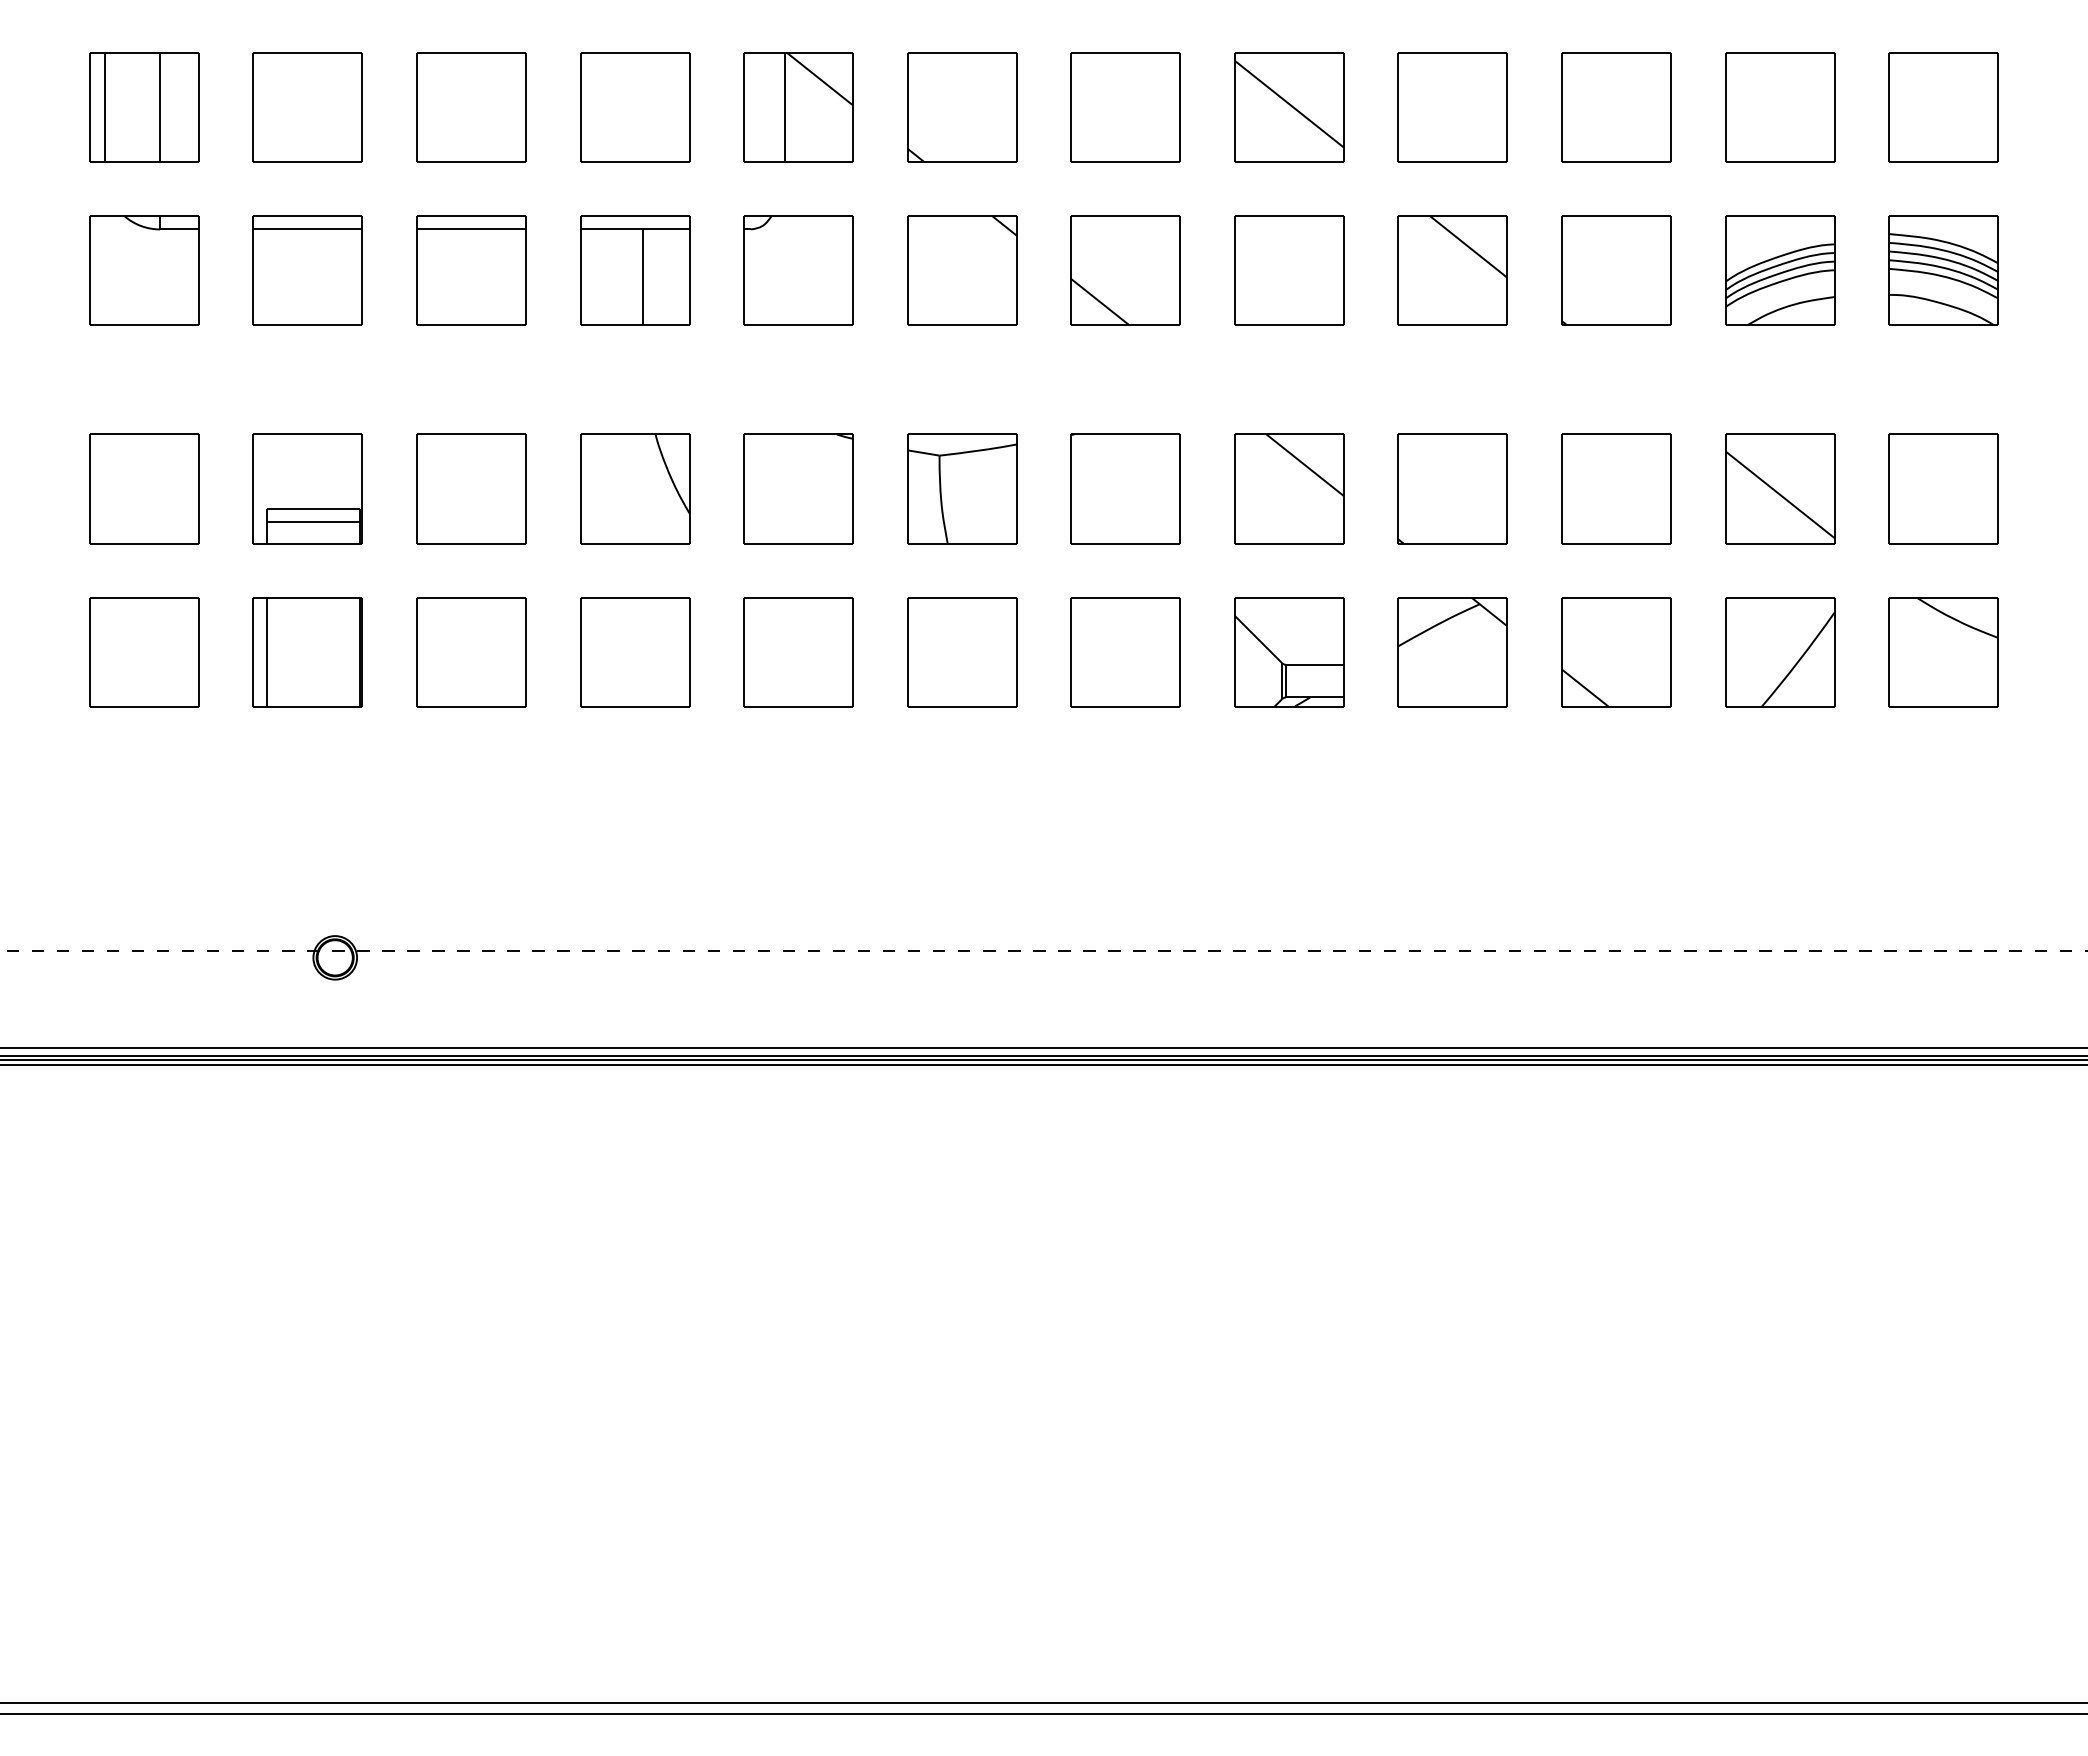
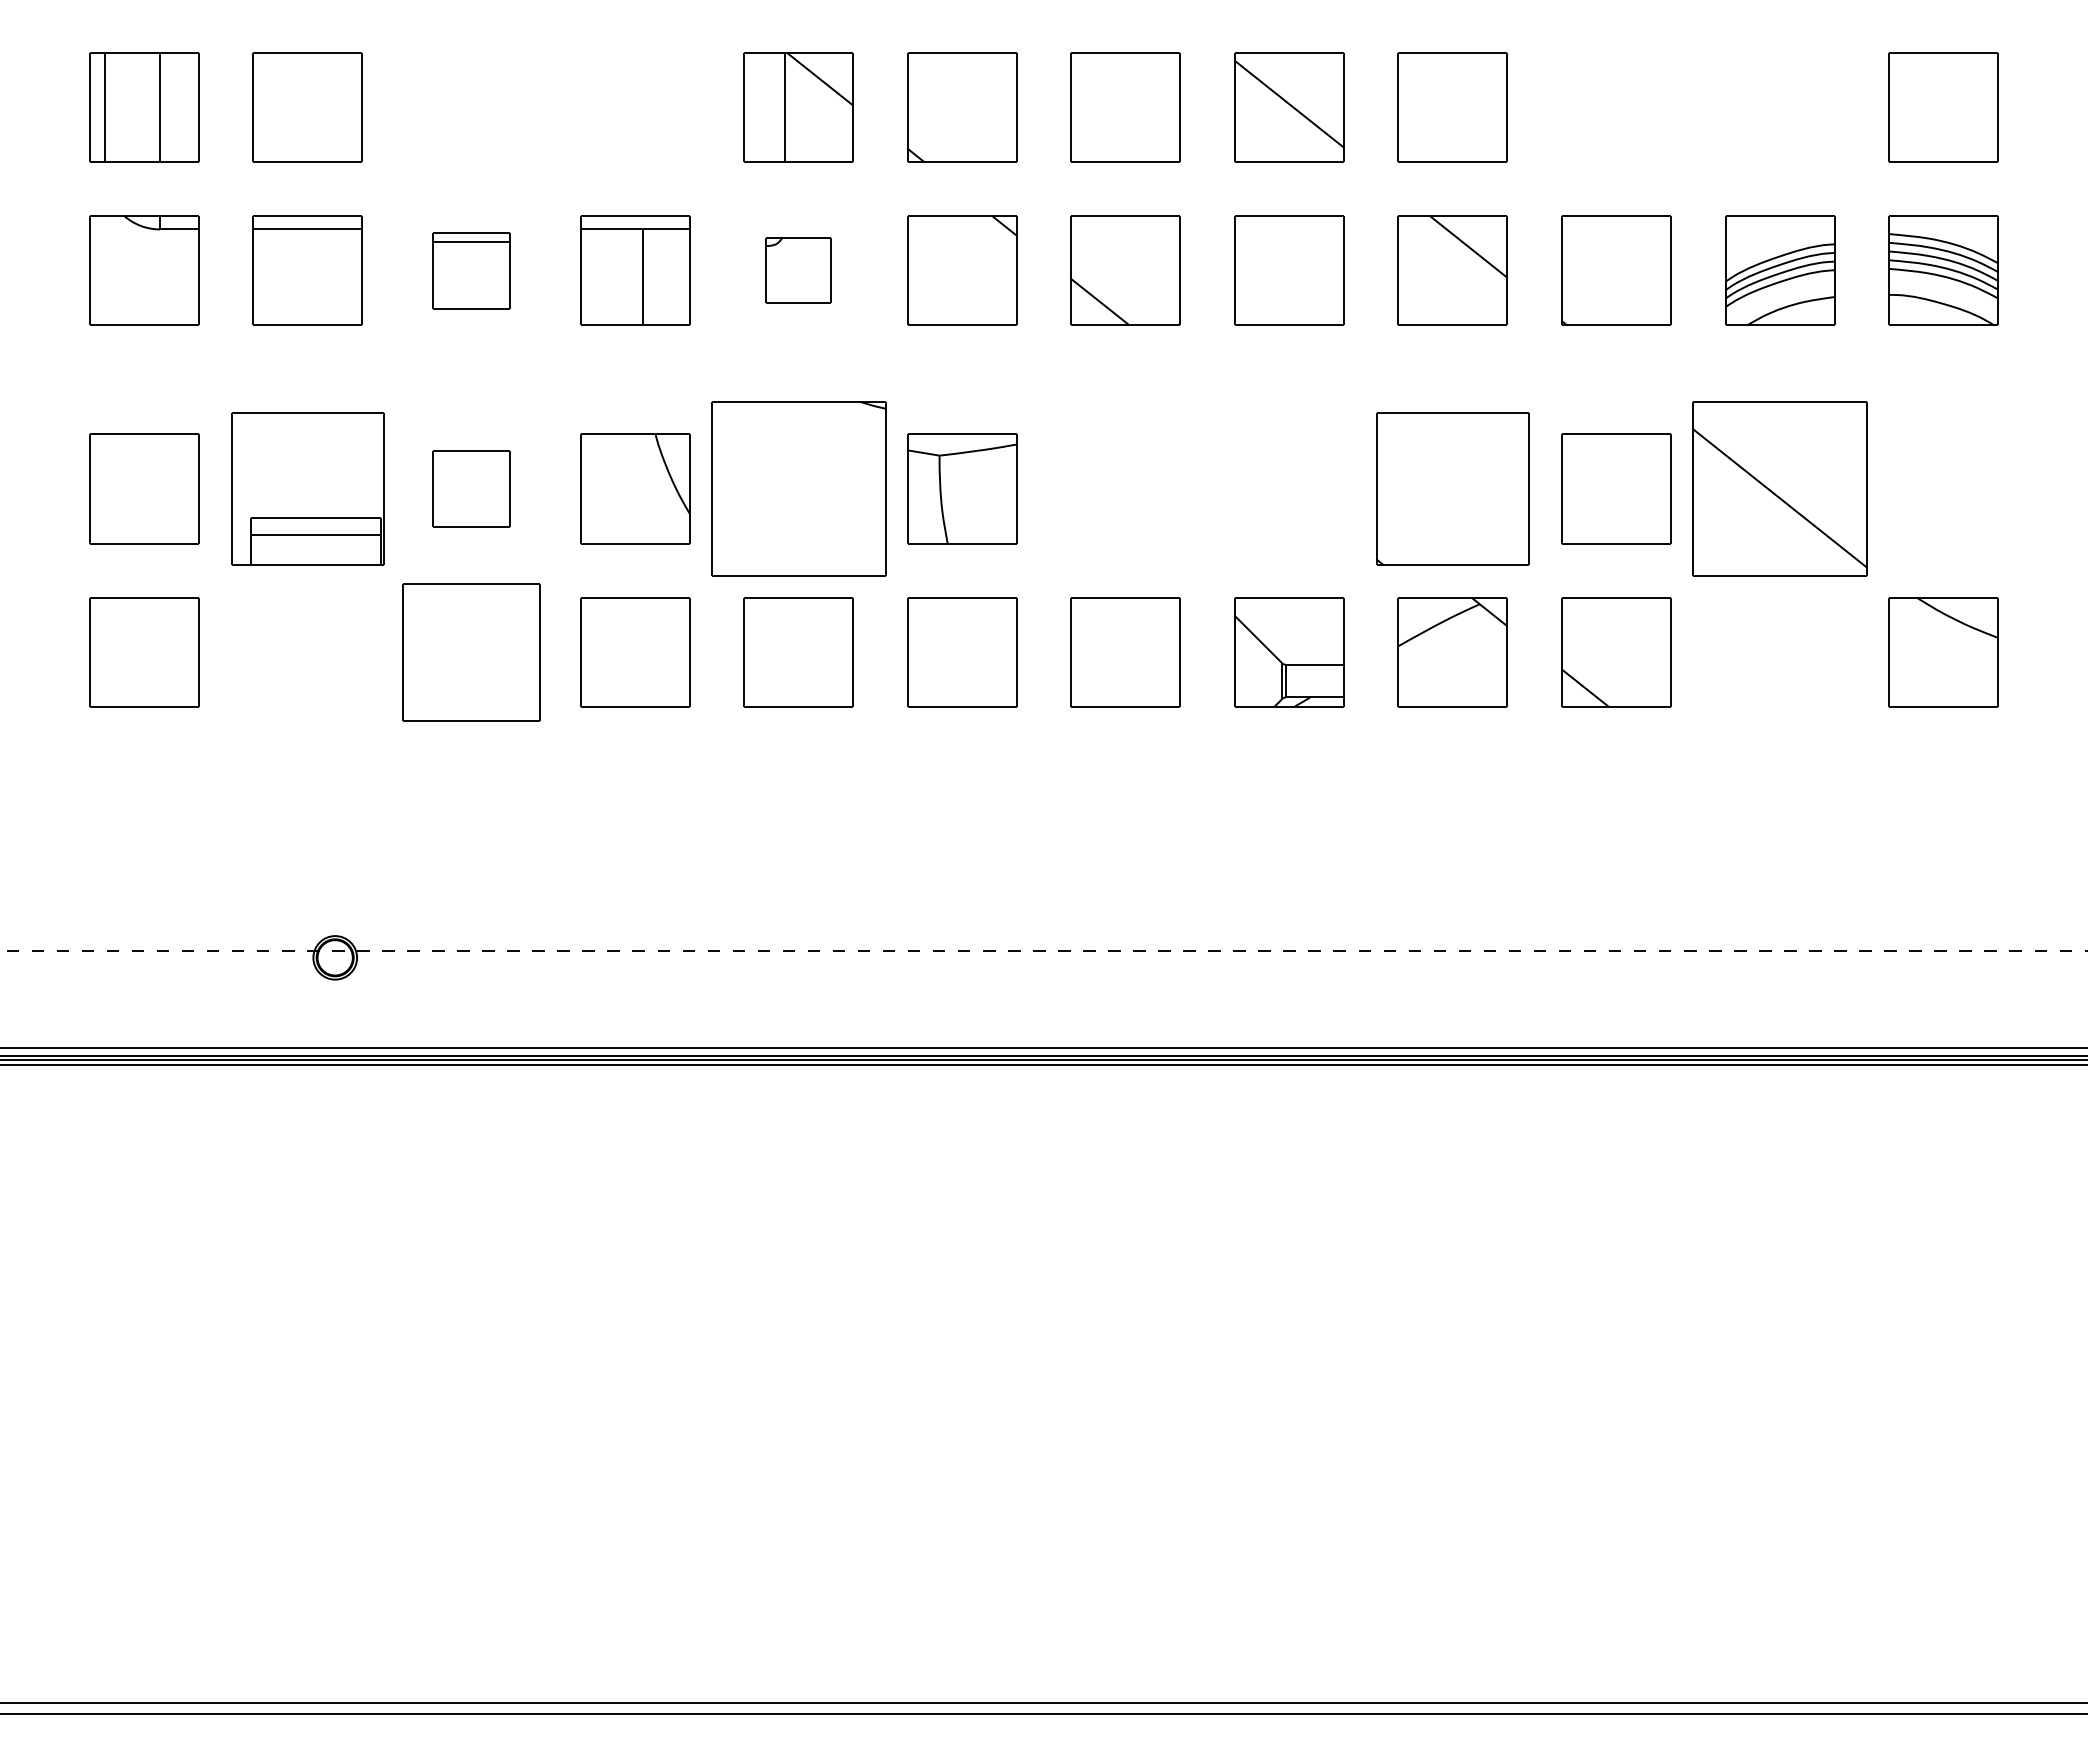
part at (471, 107): present -> none
part at (635, 107): present -> none
part at (1616, 107): present -> none
part at (1780, 107): present -> none
part at (471, 270) size: 111x111 px -> 79x78 px
part at (798, 270) size: 111x111 px -> 67x67 px
part at (307, 488) size: 111x112 px -> 154x154 px
part at (471, 488) size: 111x112 px -> 79x78 px
part at (798, 488) size: 111x112 px -> 176x176 px
part at (1125, 488): present -> none
part at (1289, 488): present -> none
part at (1452, 488) size: 111x112 px -> 154x154 px
part at (1780, 488) size: 111x112 px -> 176x176 px
part at (1943, 488): present -> none
part at (307, 652): present -> none
part at (471, 652) size: 111x111 px -> 139x139 px
part at (1780, 652): present -> none
